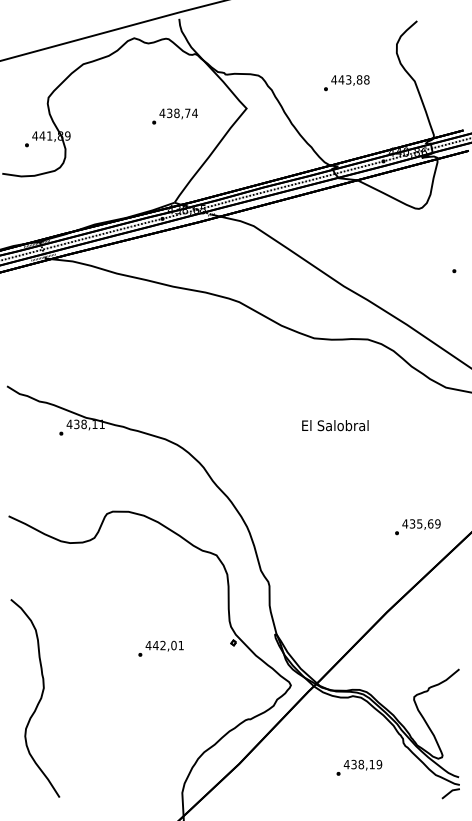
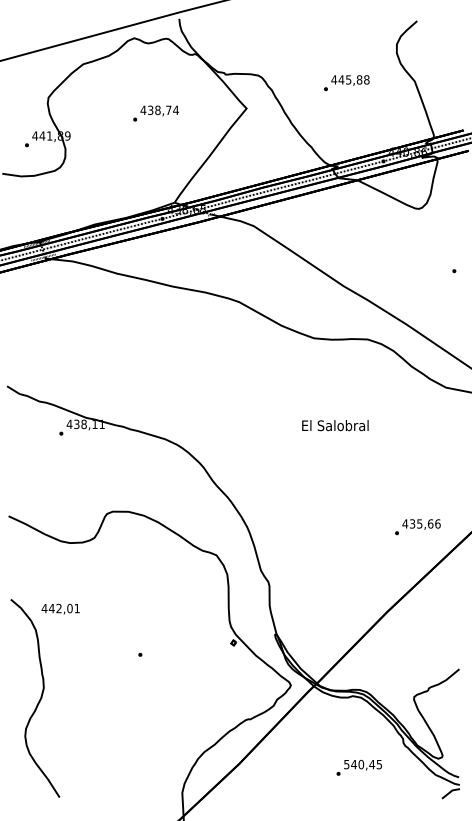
text at (348, 79): 443,88 -> 445,88
text at (174, 116) position: (174, 116) -> (155, 113)
text at (437, 523): 435,69 -> 435,66
text at (164, 645) position: (164, 645) -> (60, 608)
text at (362, 764): 438,19 -> 540,45
